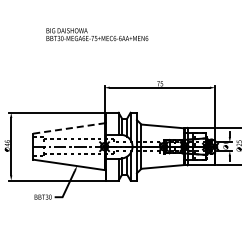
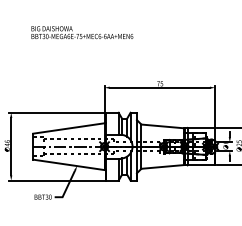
text at (97, 34) position: (97, 34) -> (82, 32)
line at (69, 128): dashed -> solid
